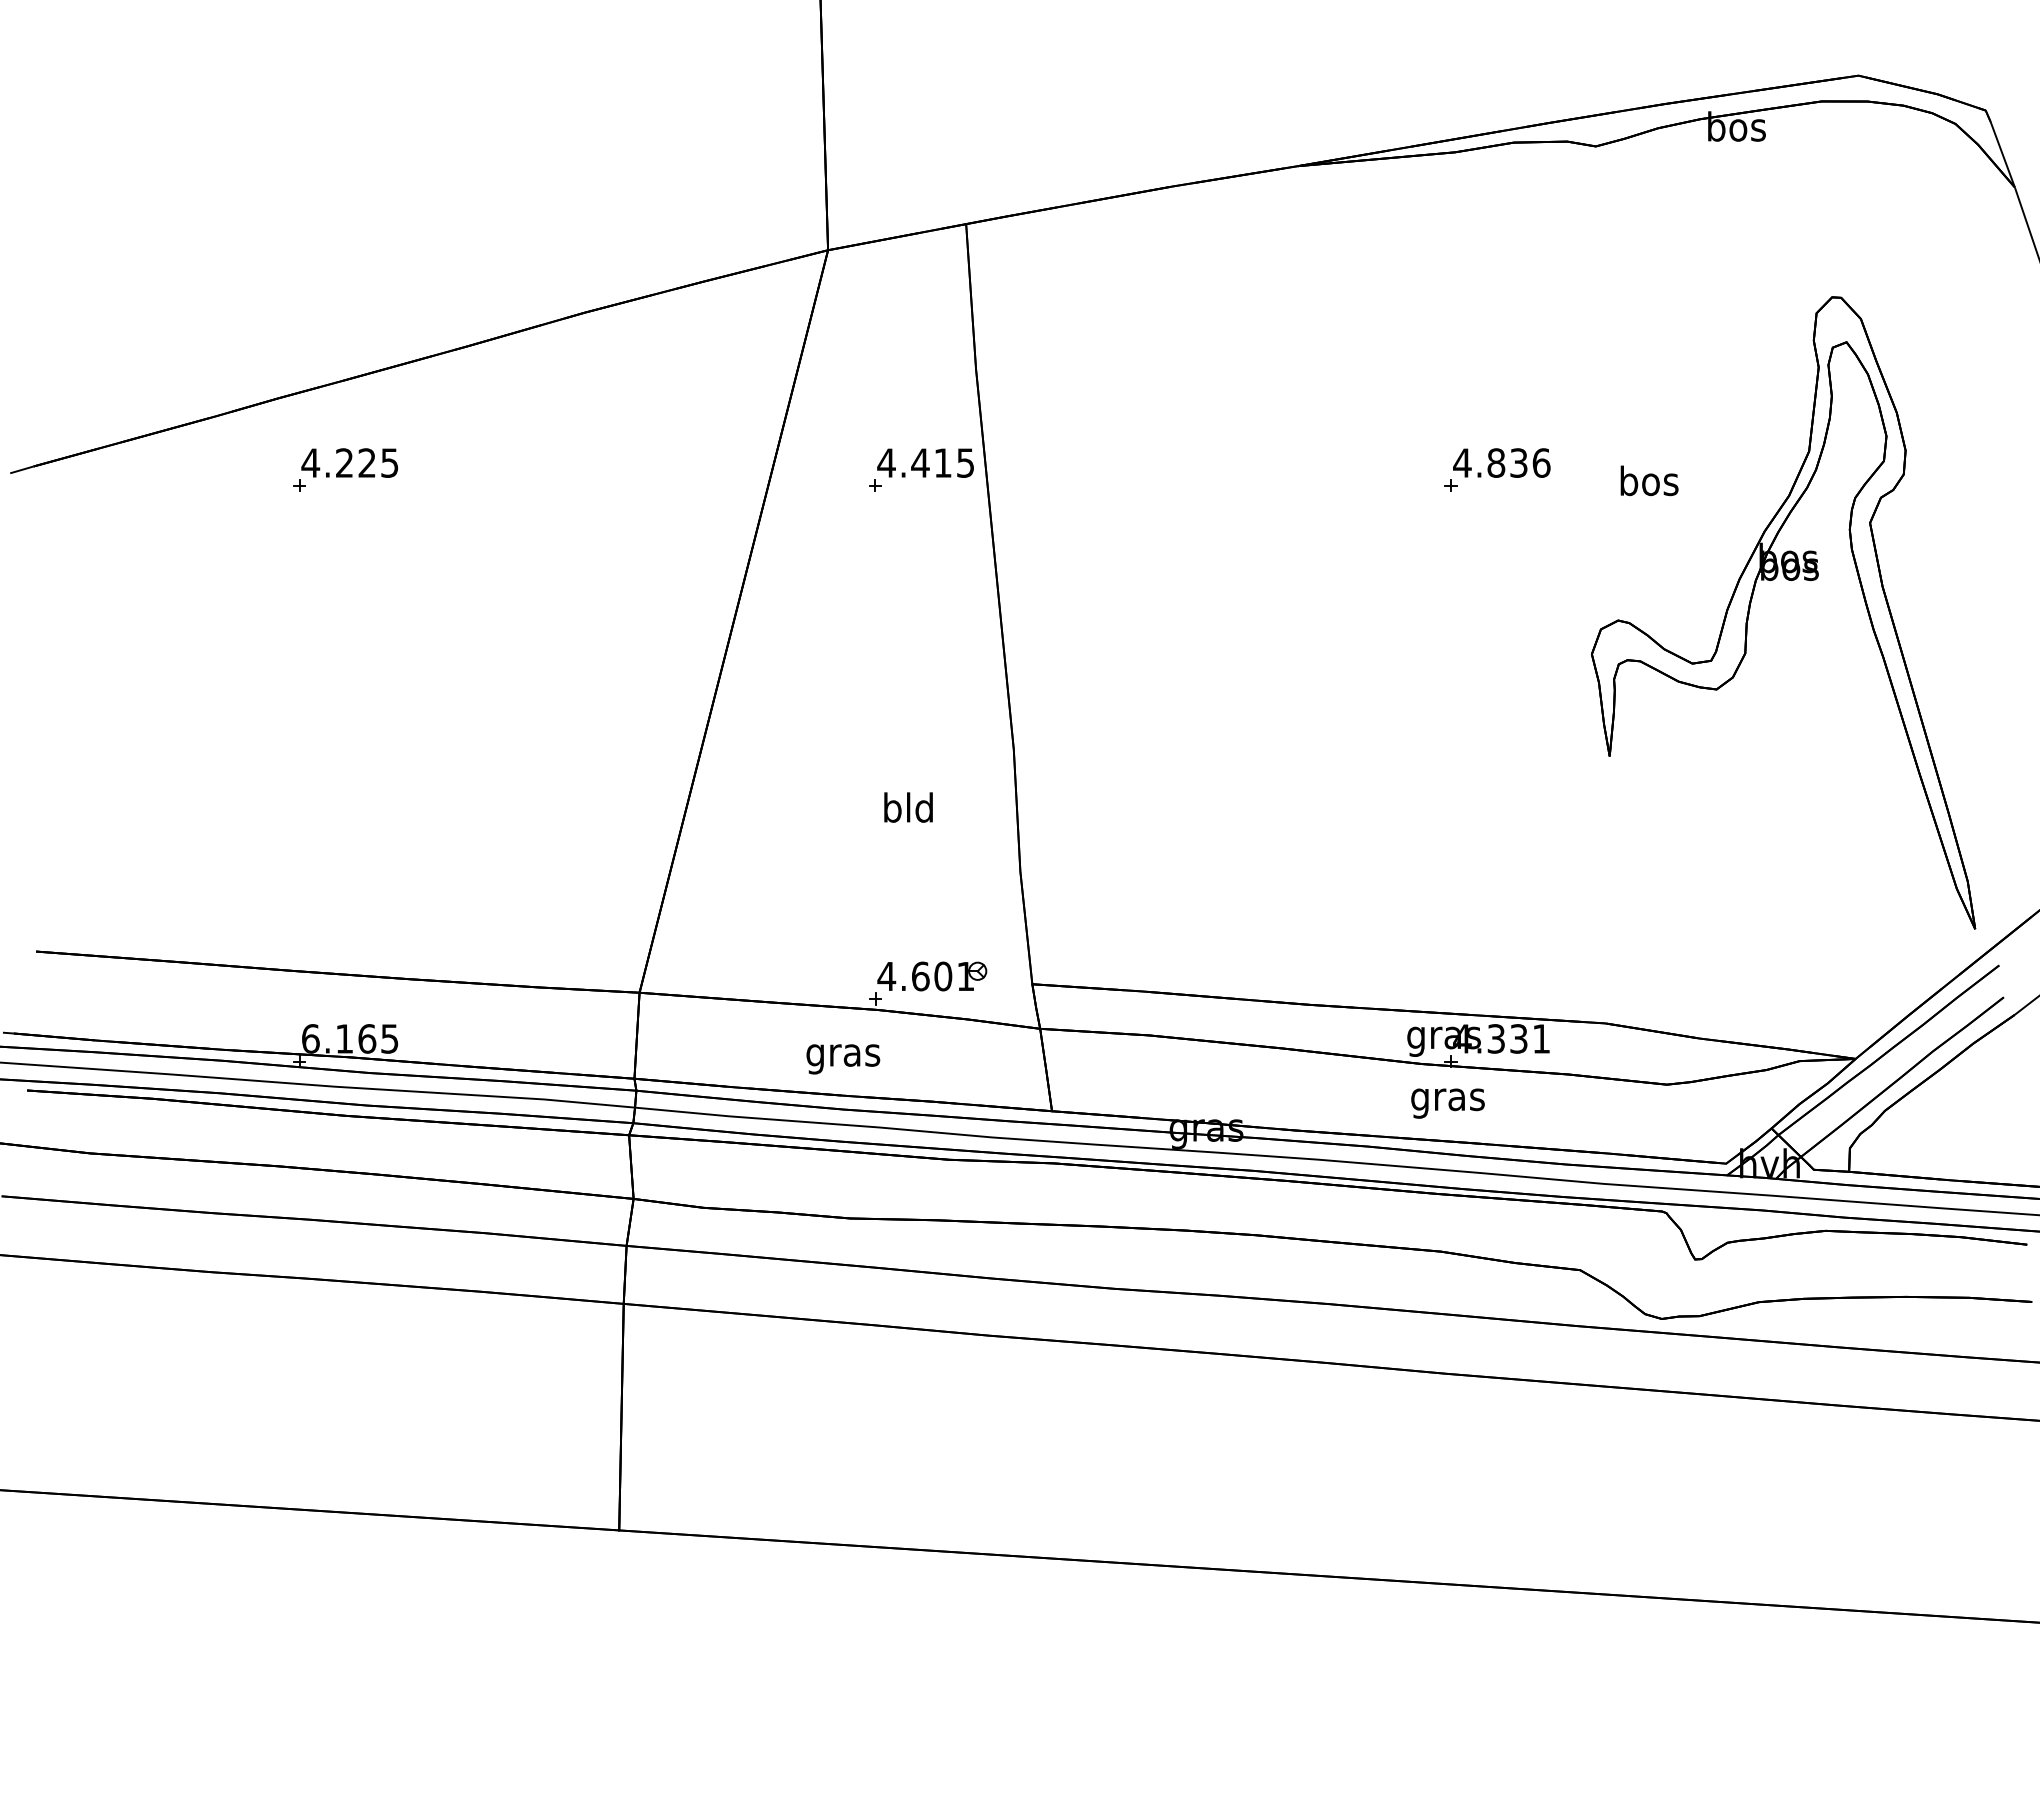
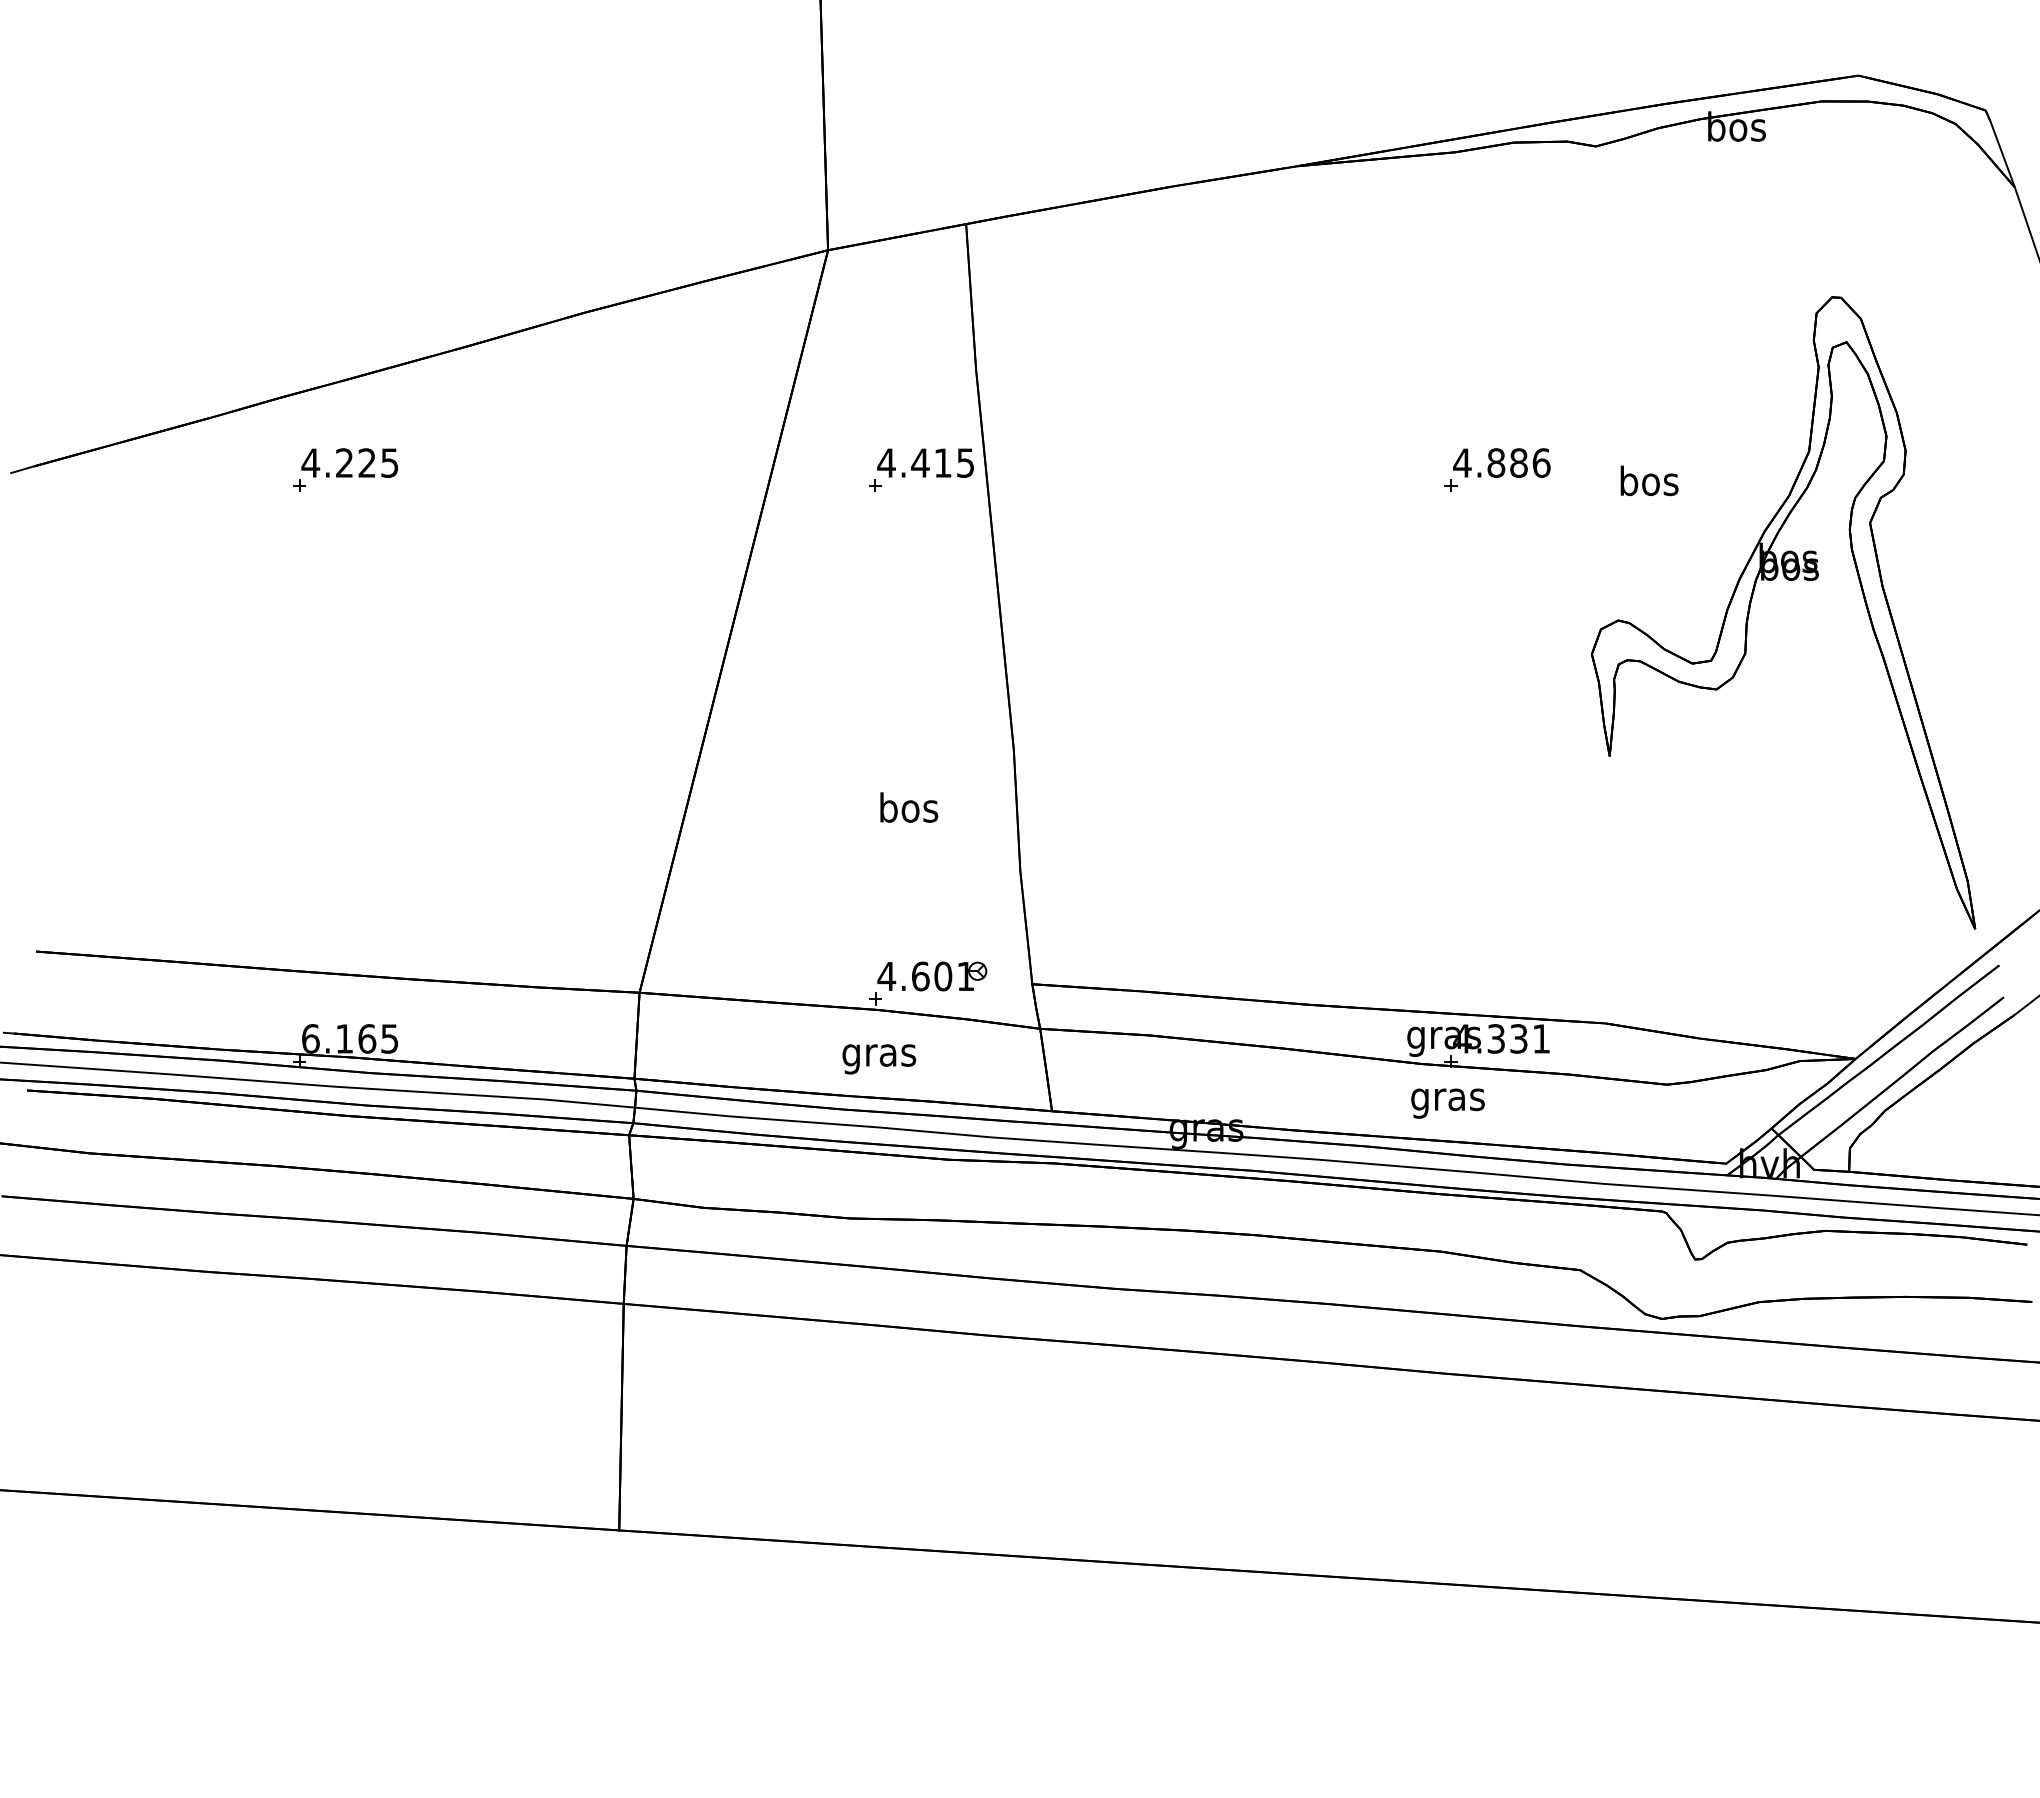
text at (1518, 462): 4.836 -> 4.886
text at (909, 807): bld -> bos
text at (843, 1059) position: (843, 1059) -> (879, 1059)
